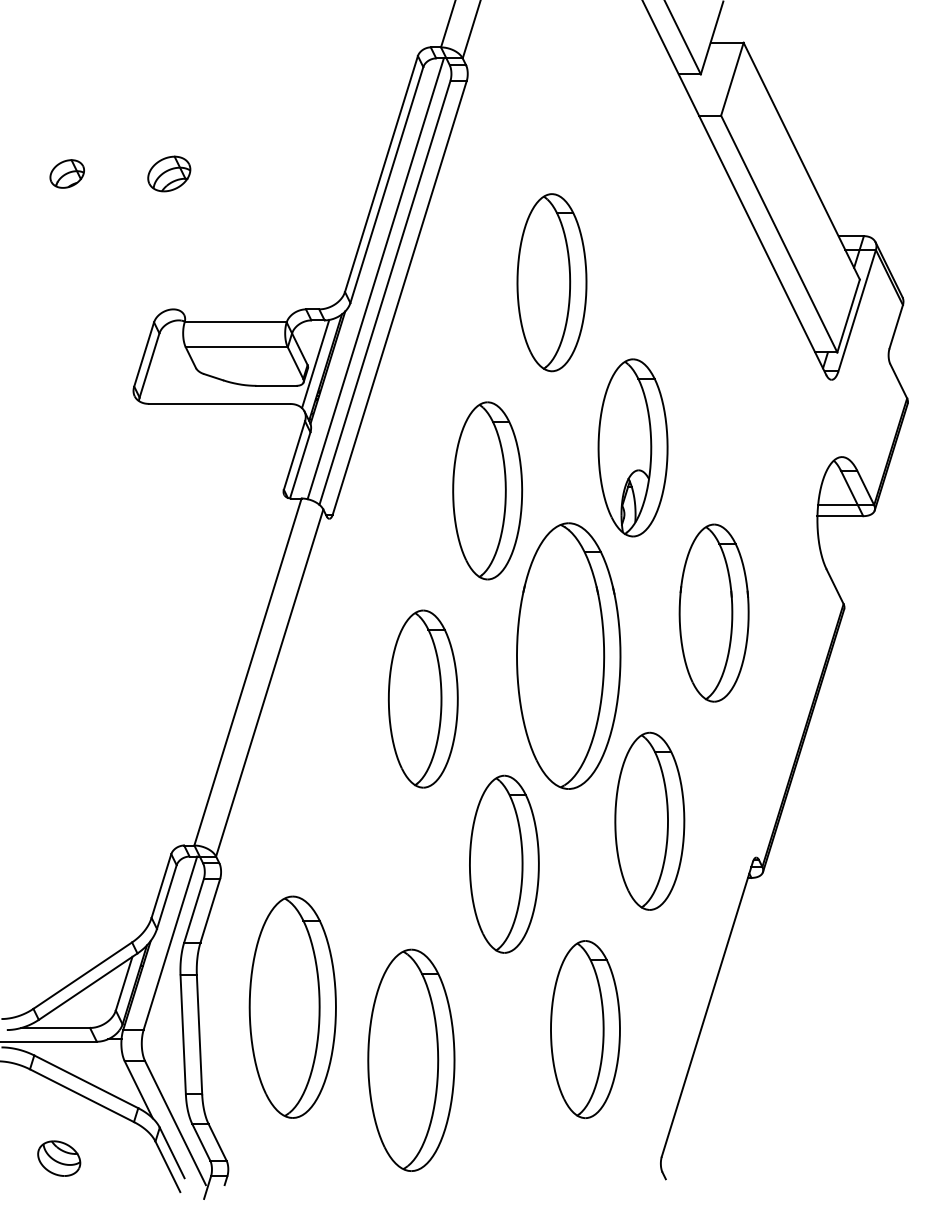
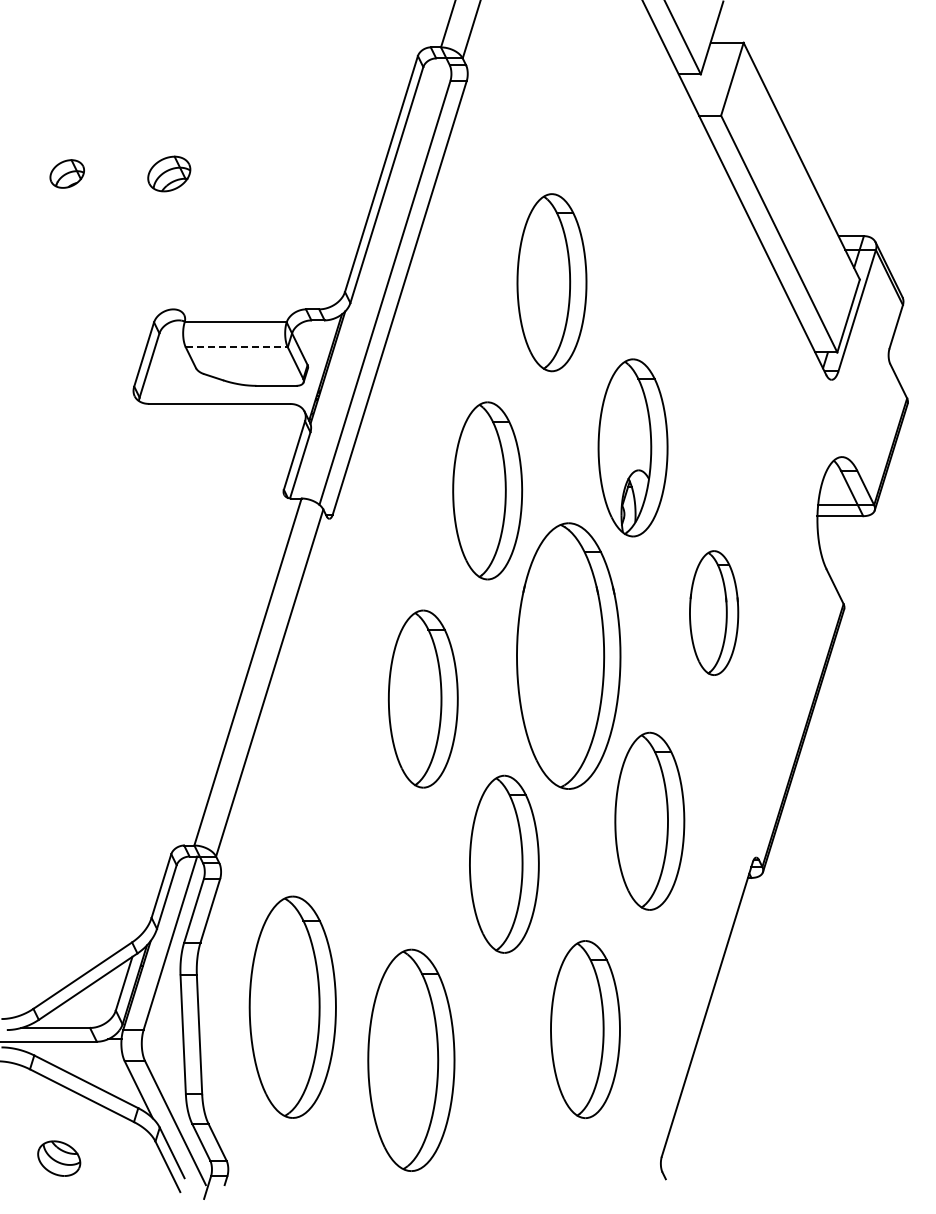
line at (375, 278): present -> none
line at (237, 347): solid -> dashed
line at (315, 363): present -> none
part at (713, 612) size: 72x180 px -> 51x126 px
